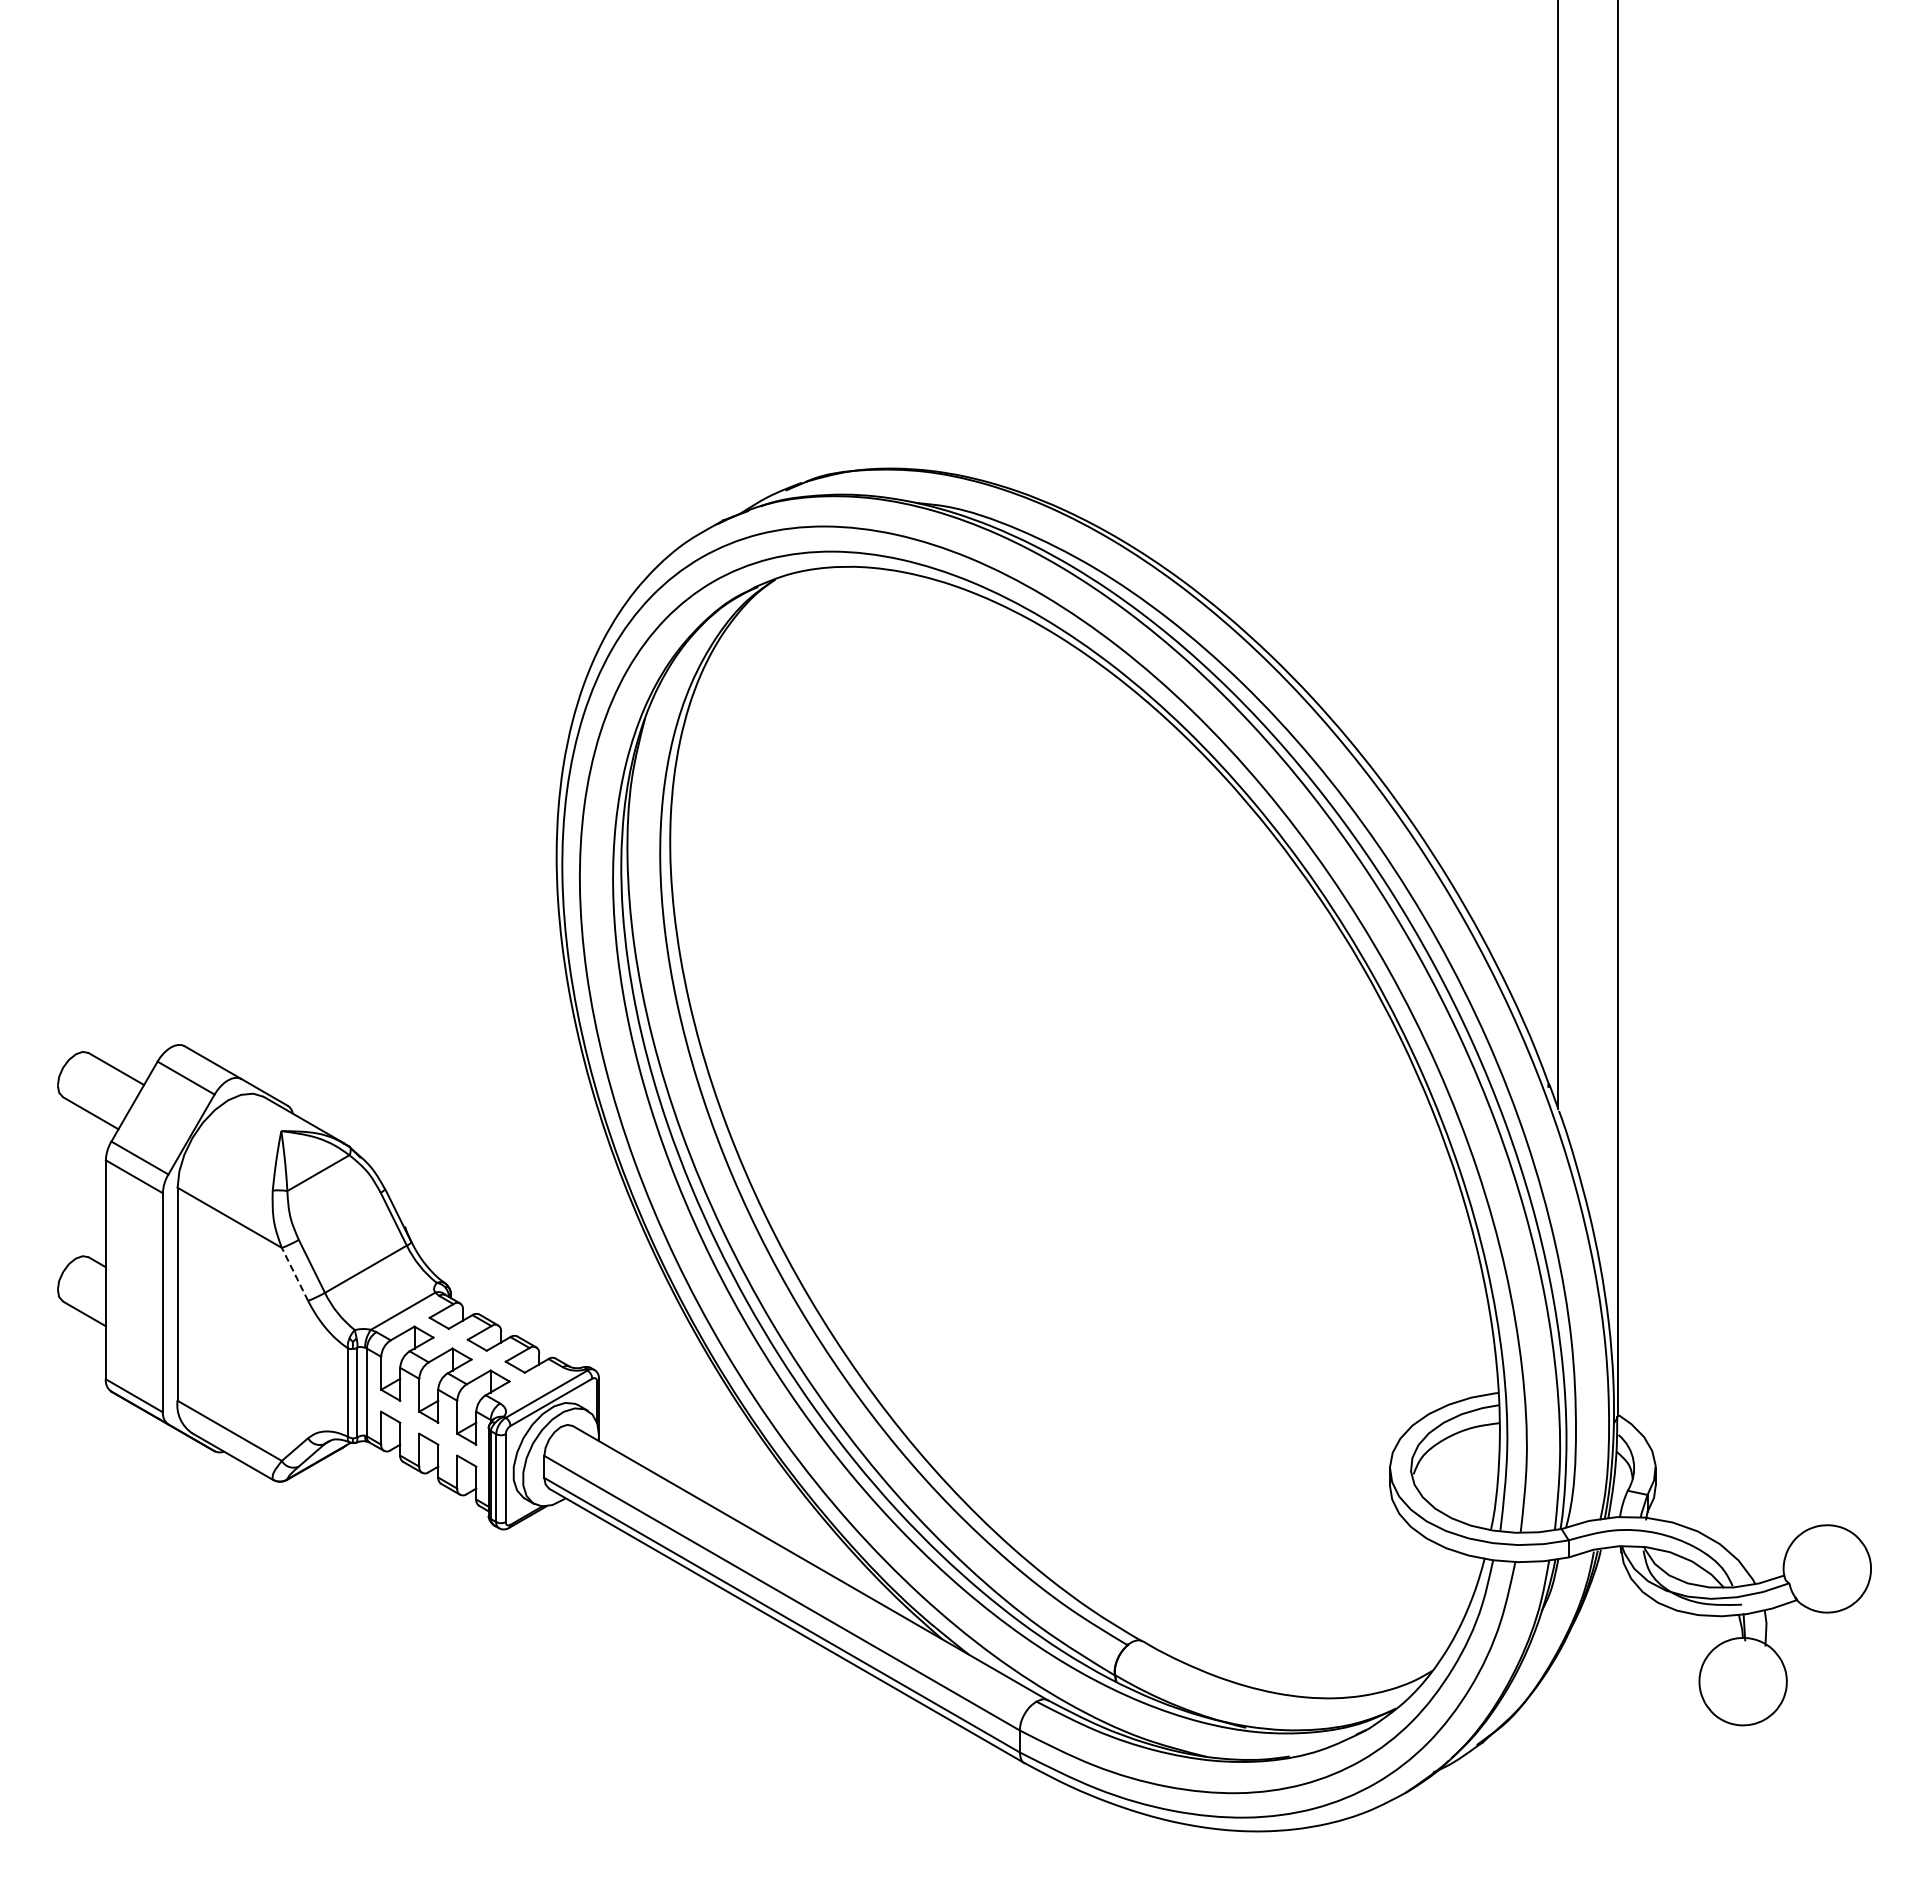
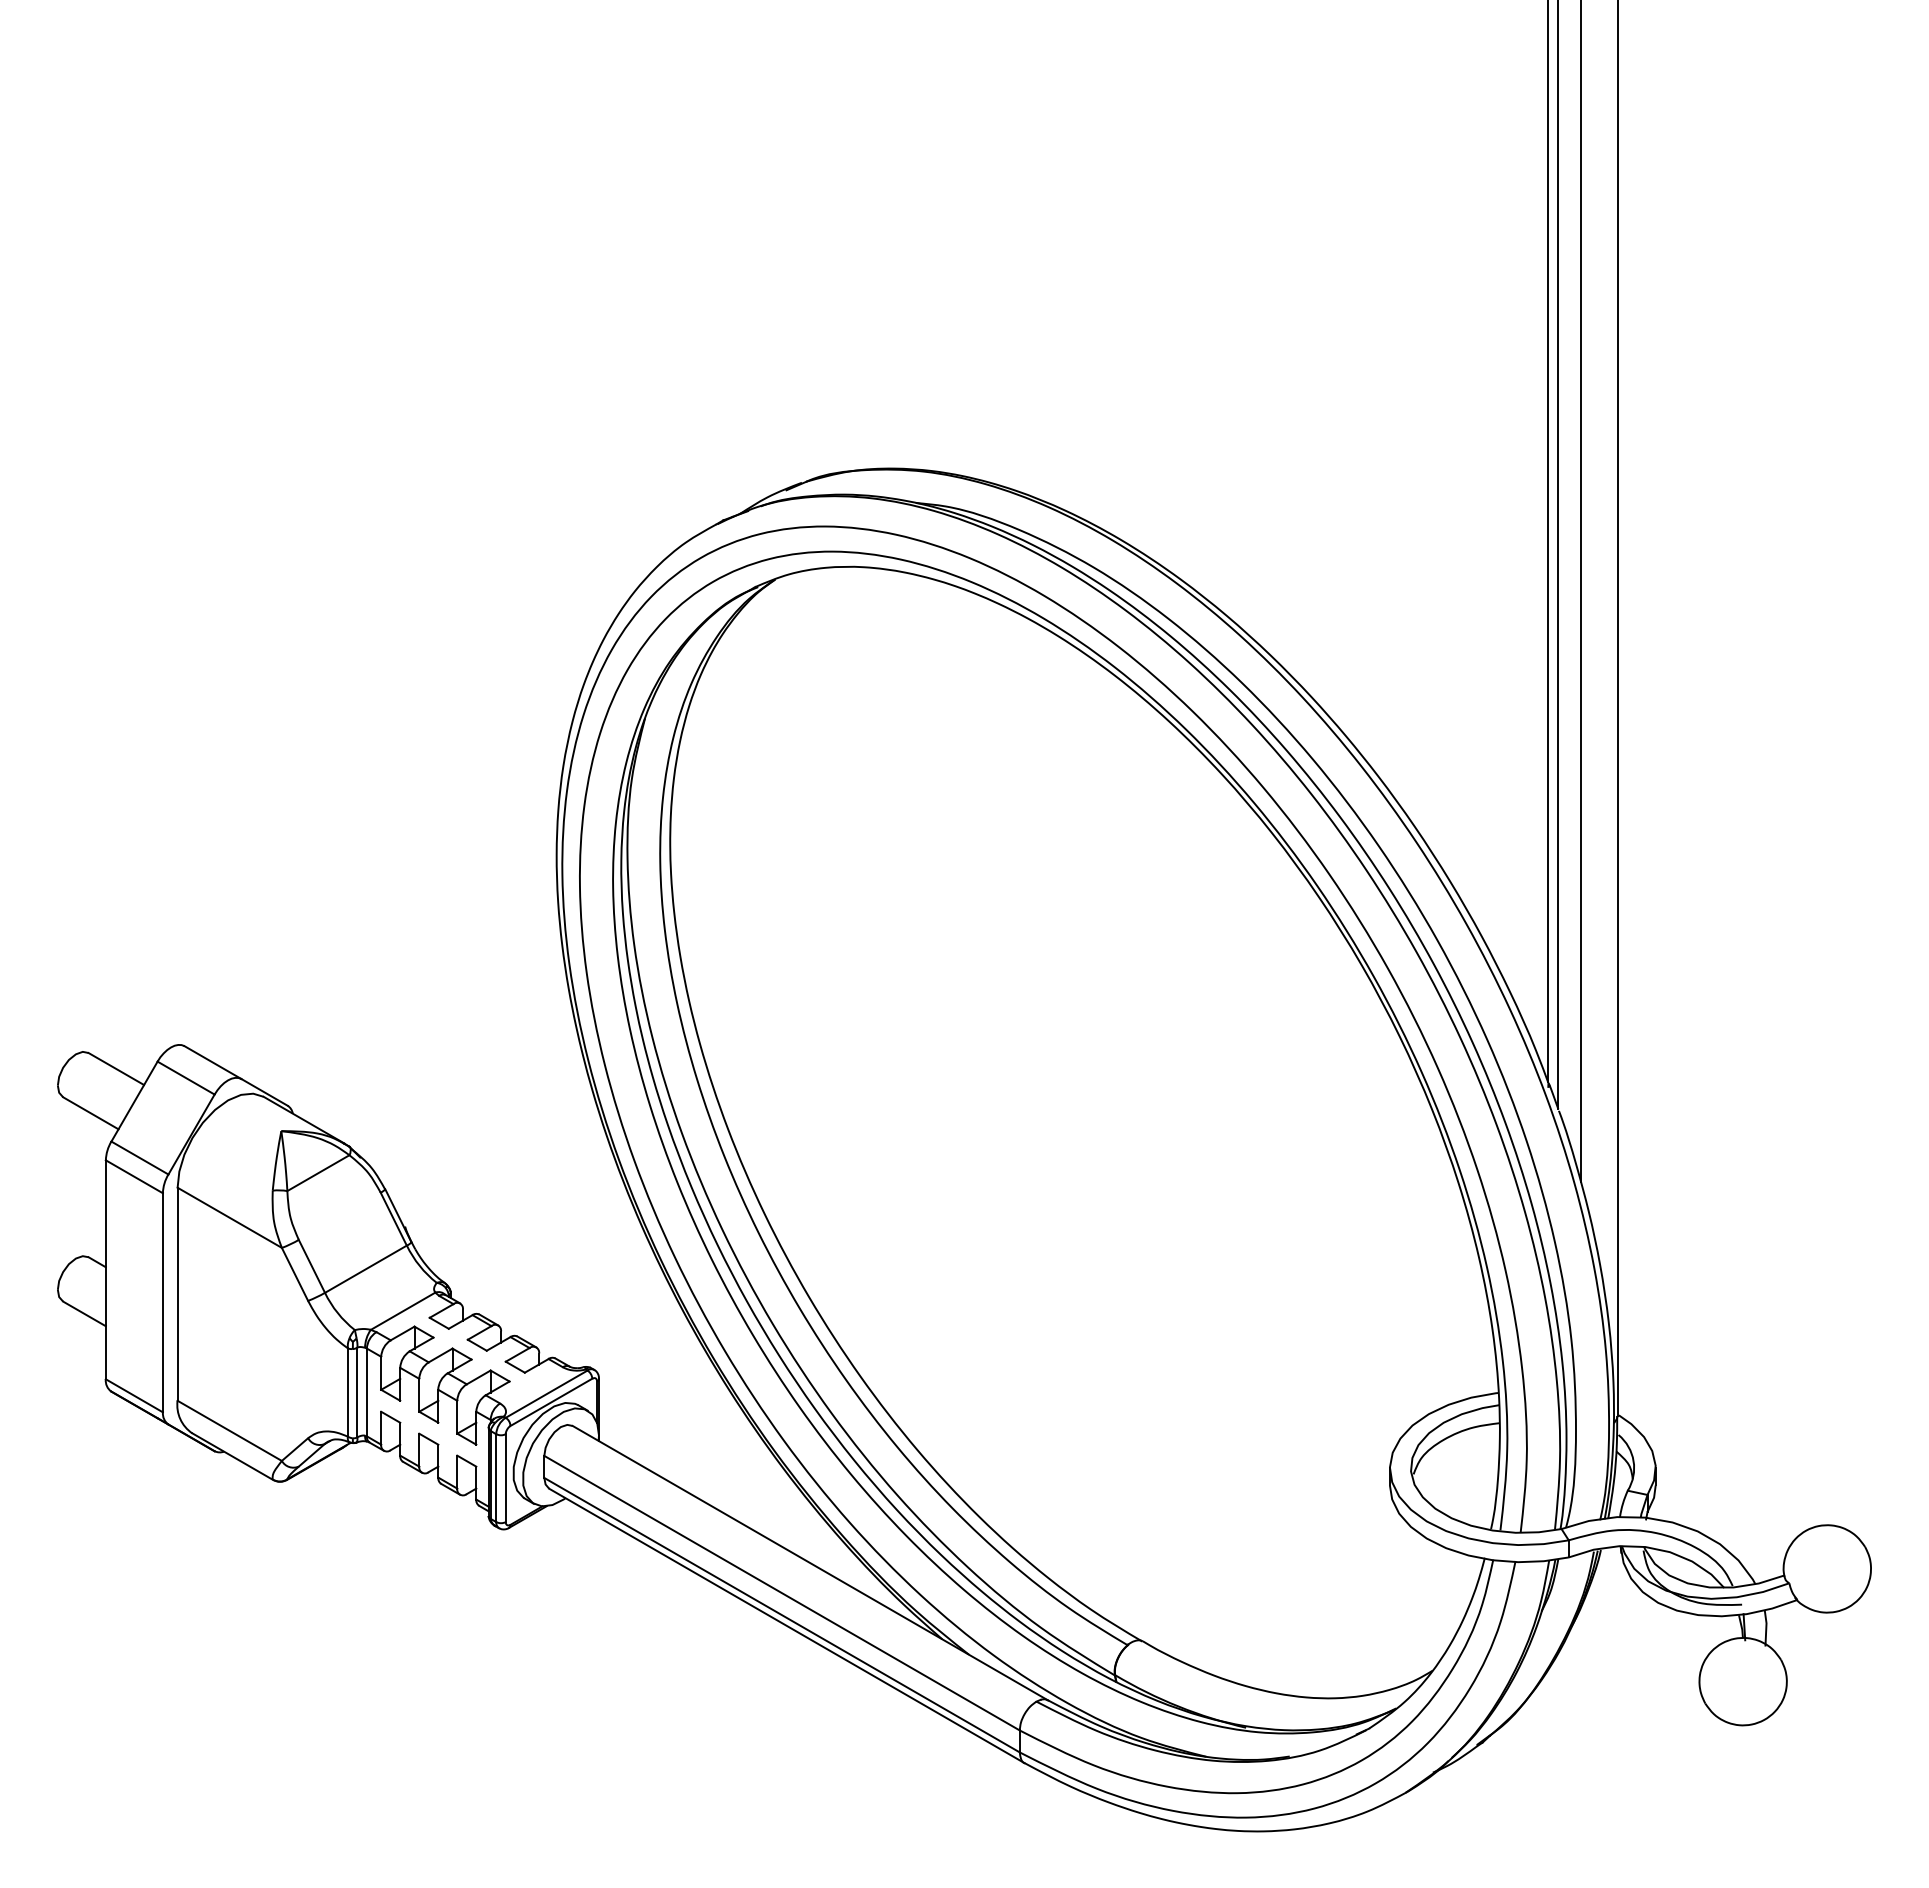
line at (1548, 542): none -> present
line at (1580, 591): none -> present
line at (295, 1274): dashed -> solid
